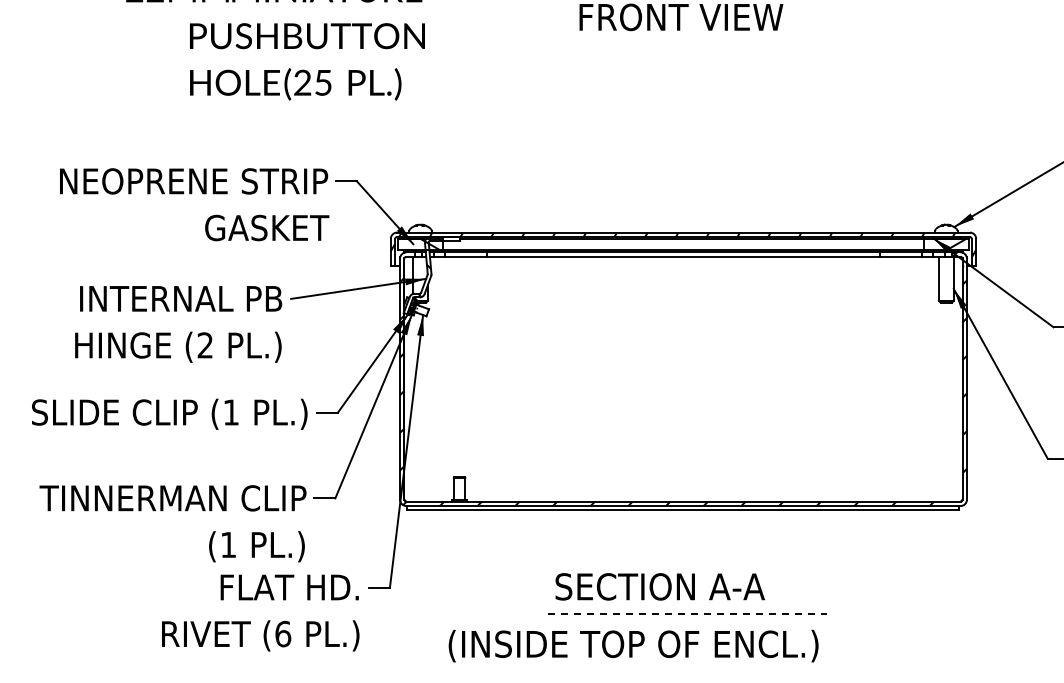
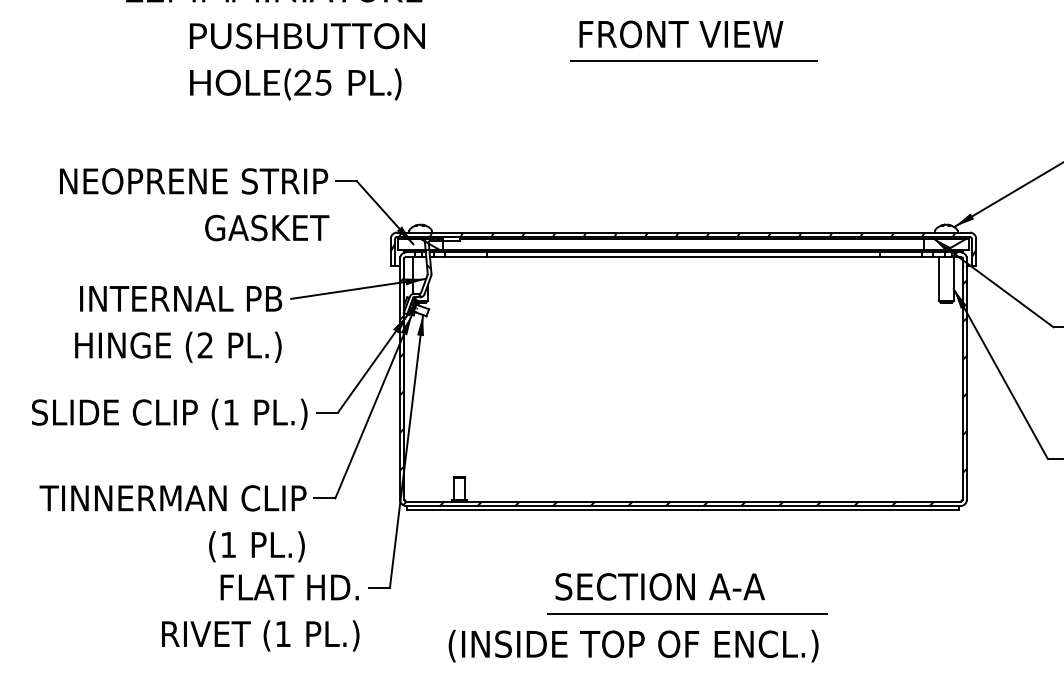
text at (681, 17) position: (681, 17) -> (681, 34)
line at (693, 61): none -> present
line at (688, 613): dashed -> solid
text at (283, 634): (6 -> (1
